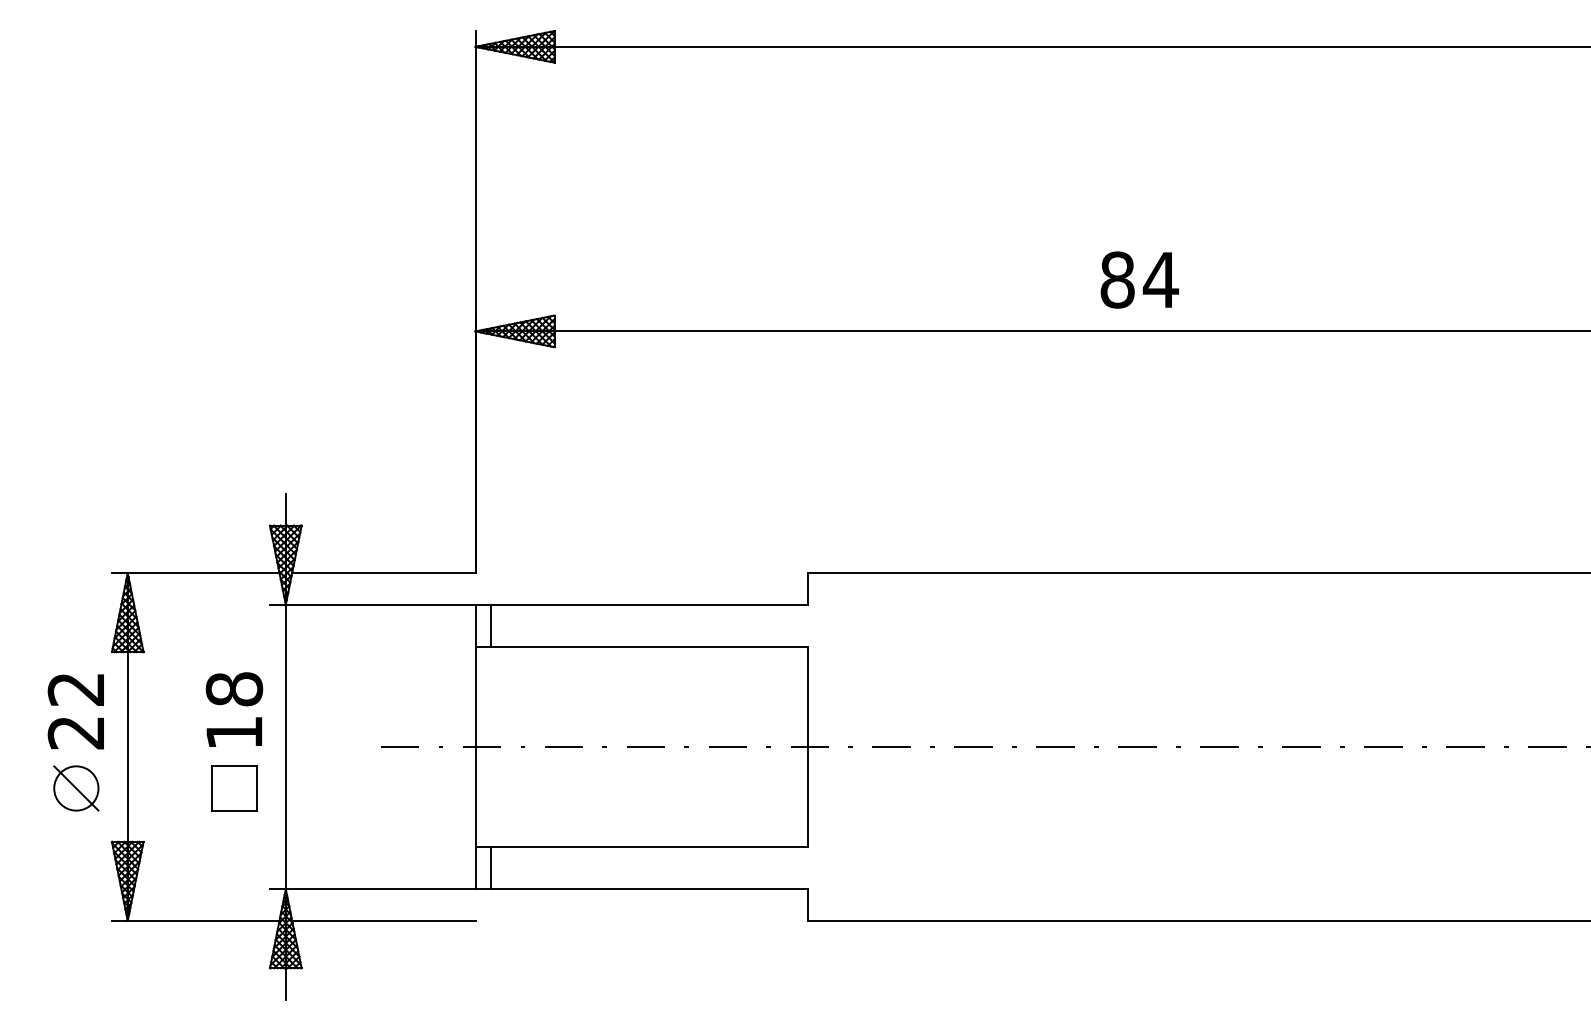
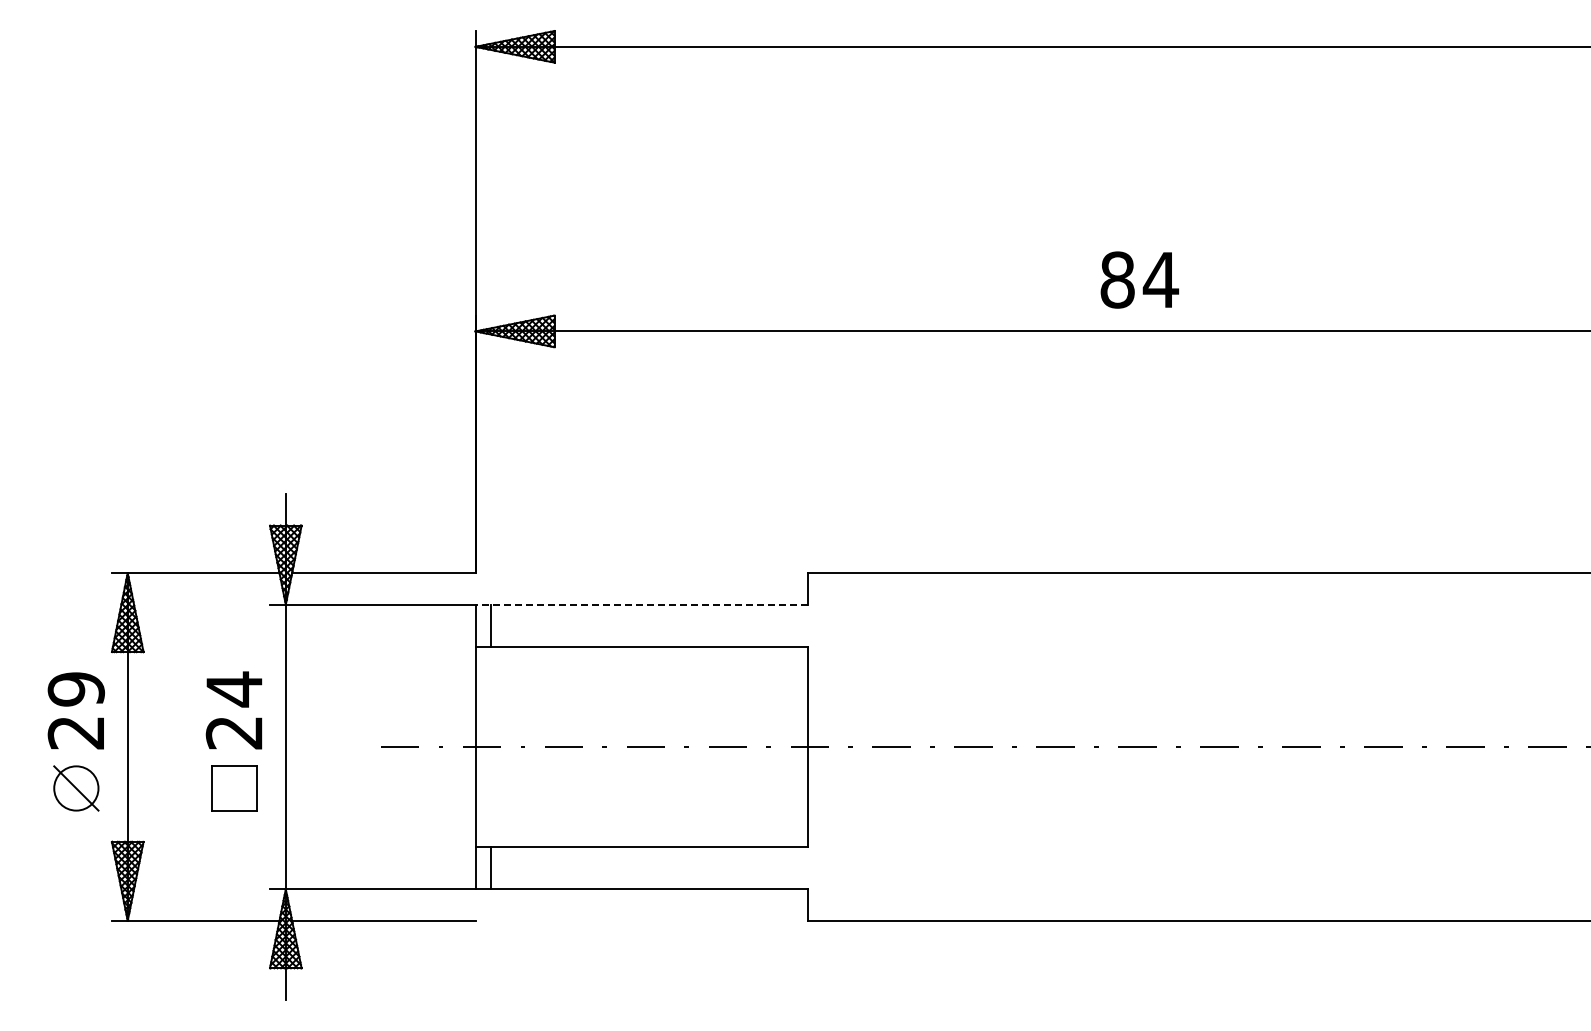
line at (641, 604): solid -> dashed
text at (75, 689): 22 -> 29
text at (234, 710): 18 -> 24
